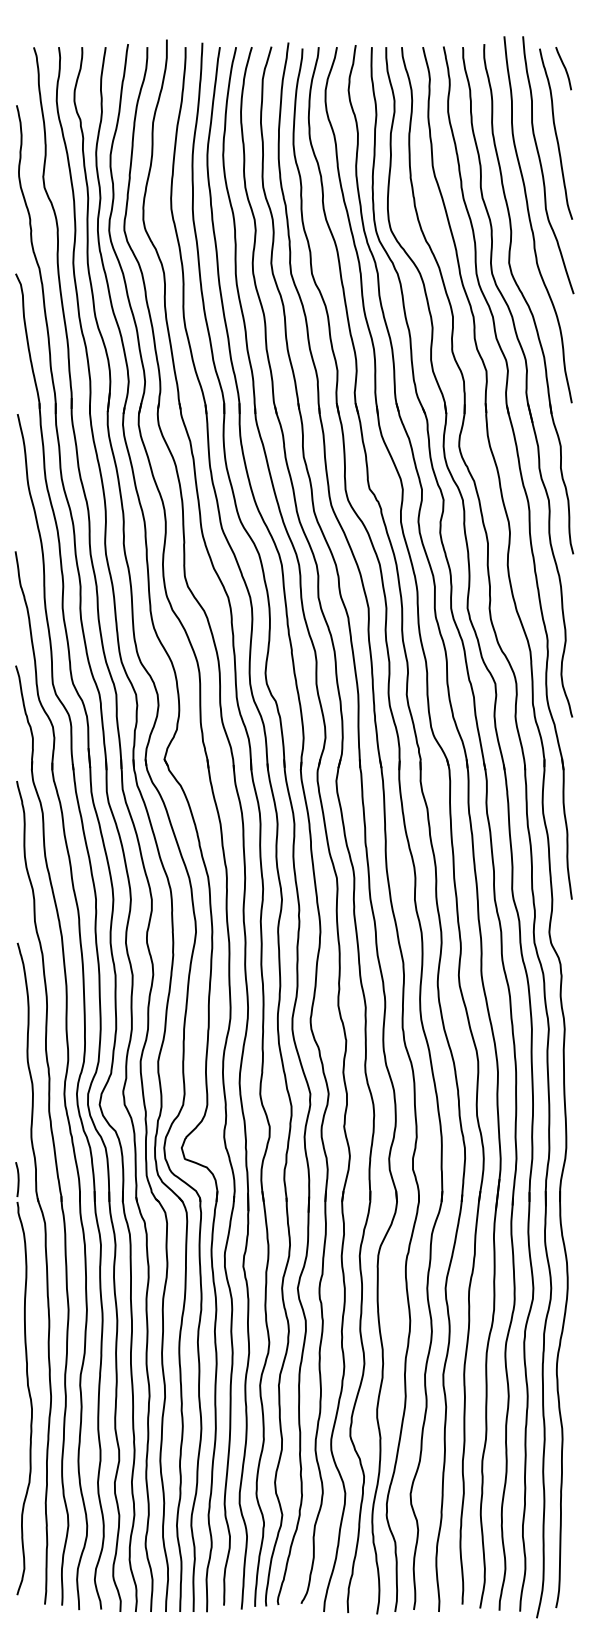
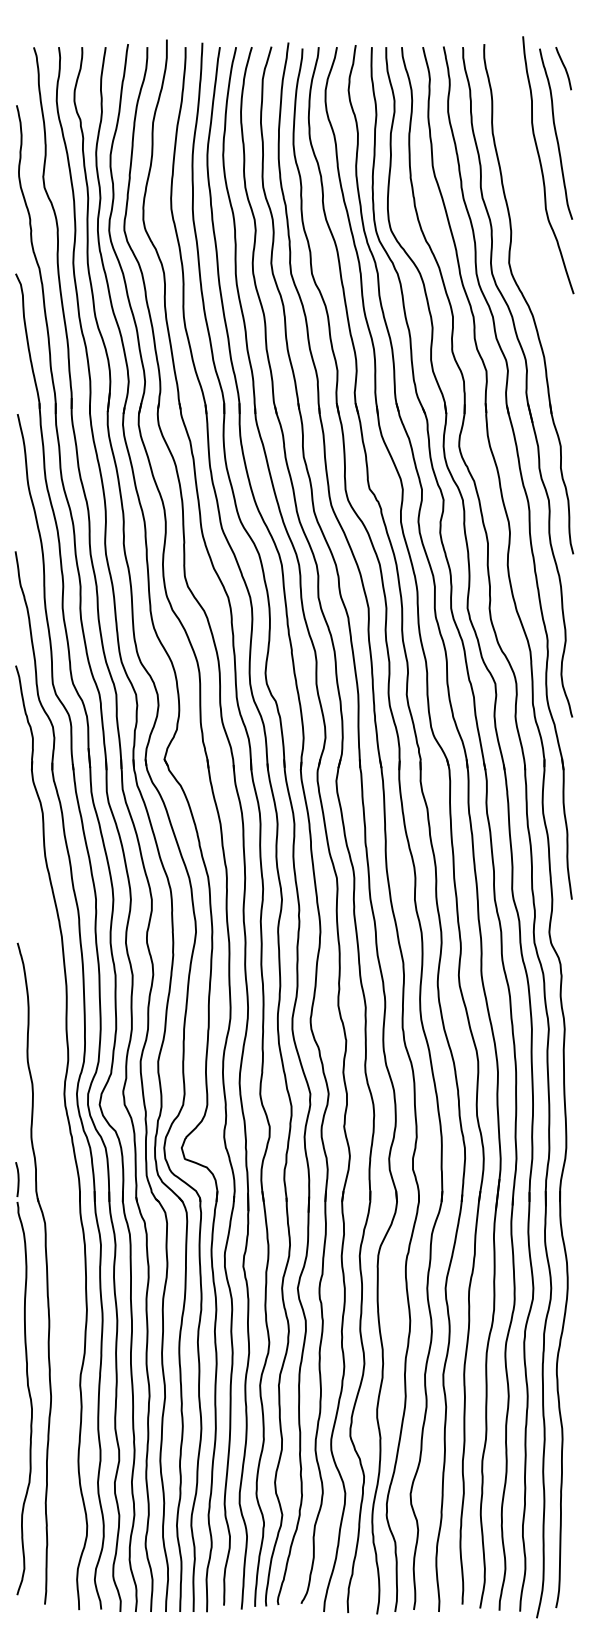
curve at (531, 221): present -> none
part at (59, 1193): present -> none
